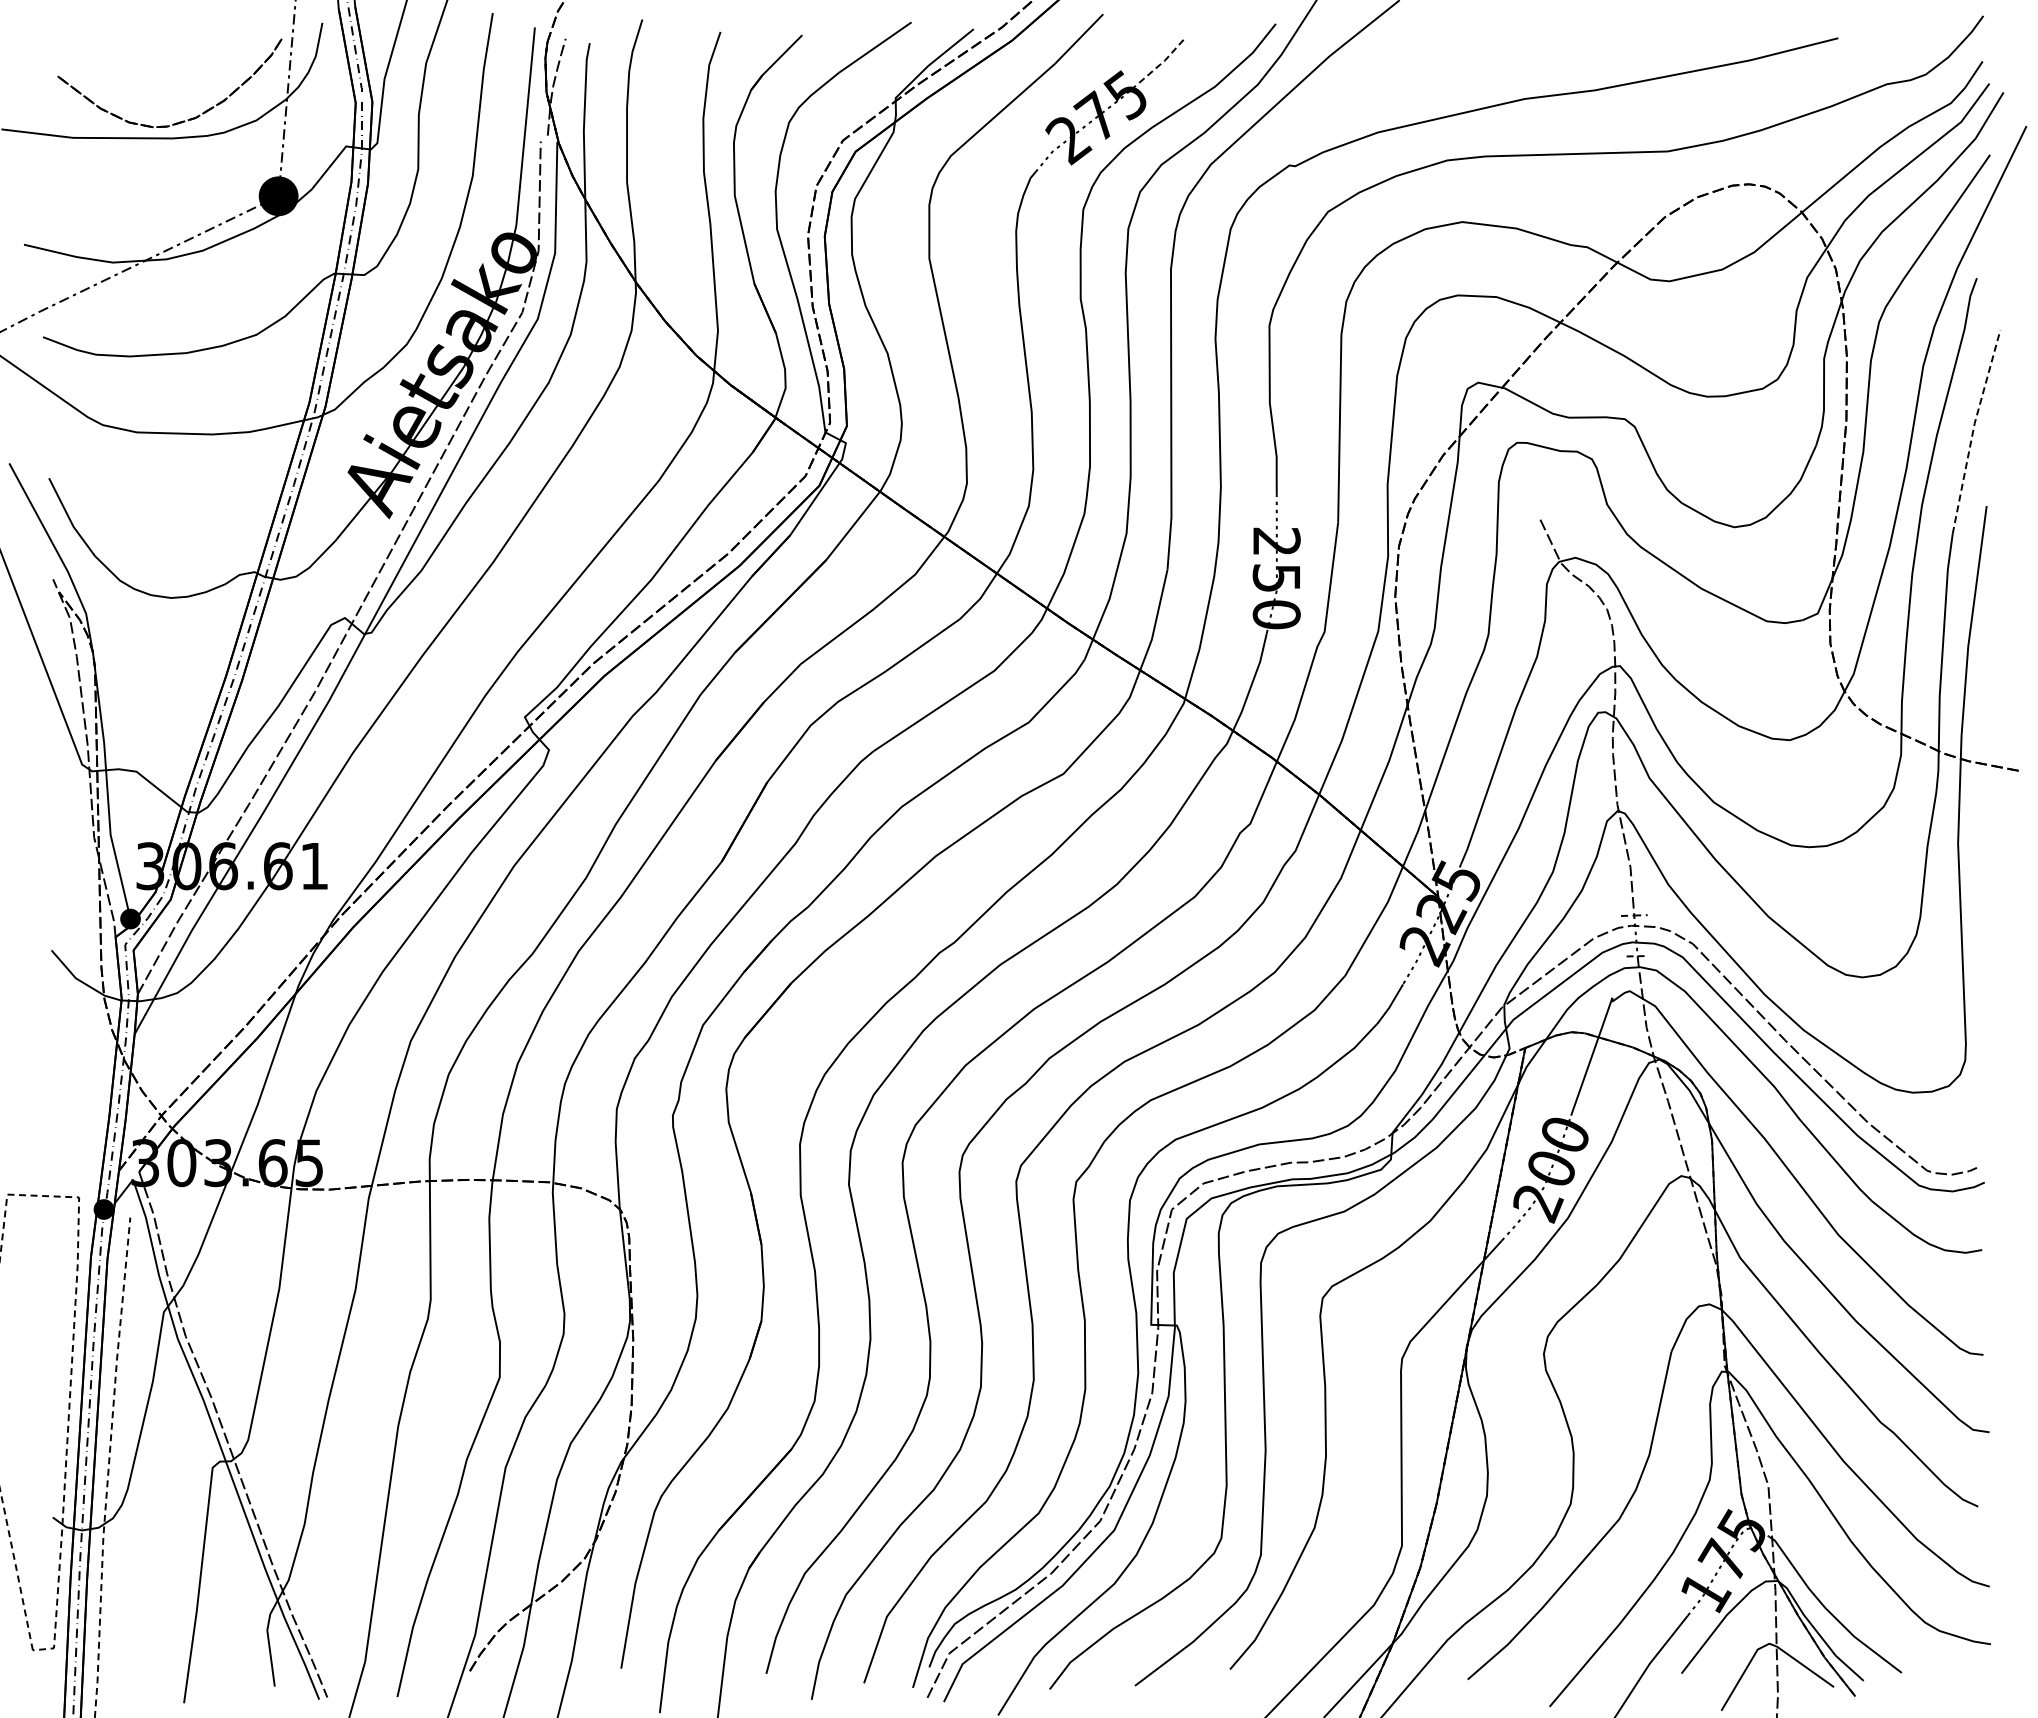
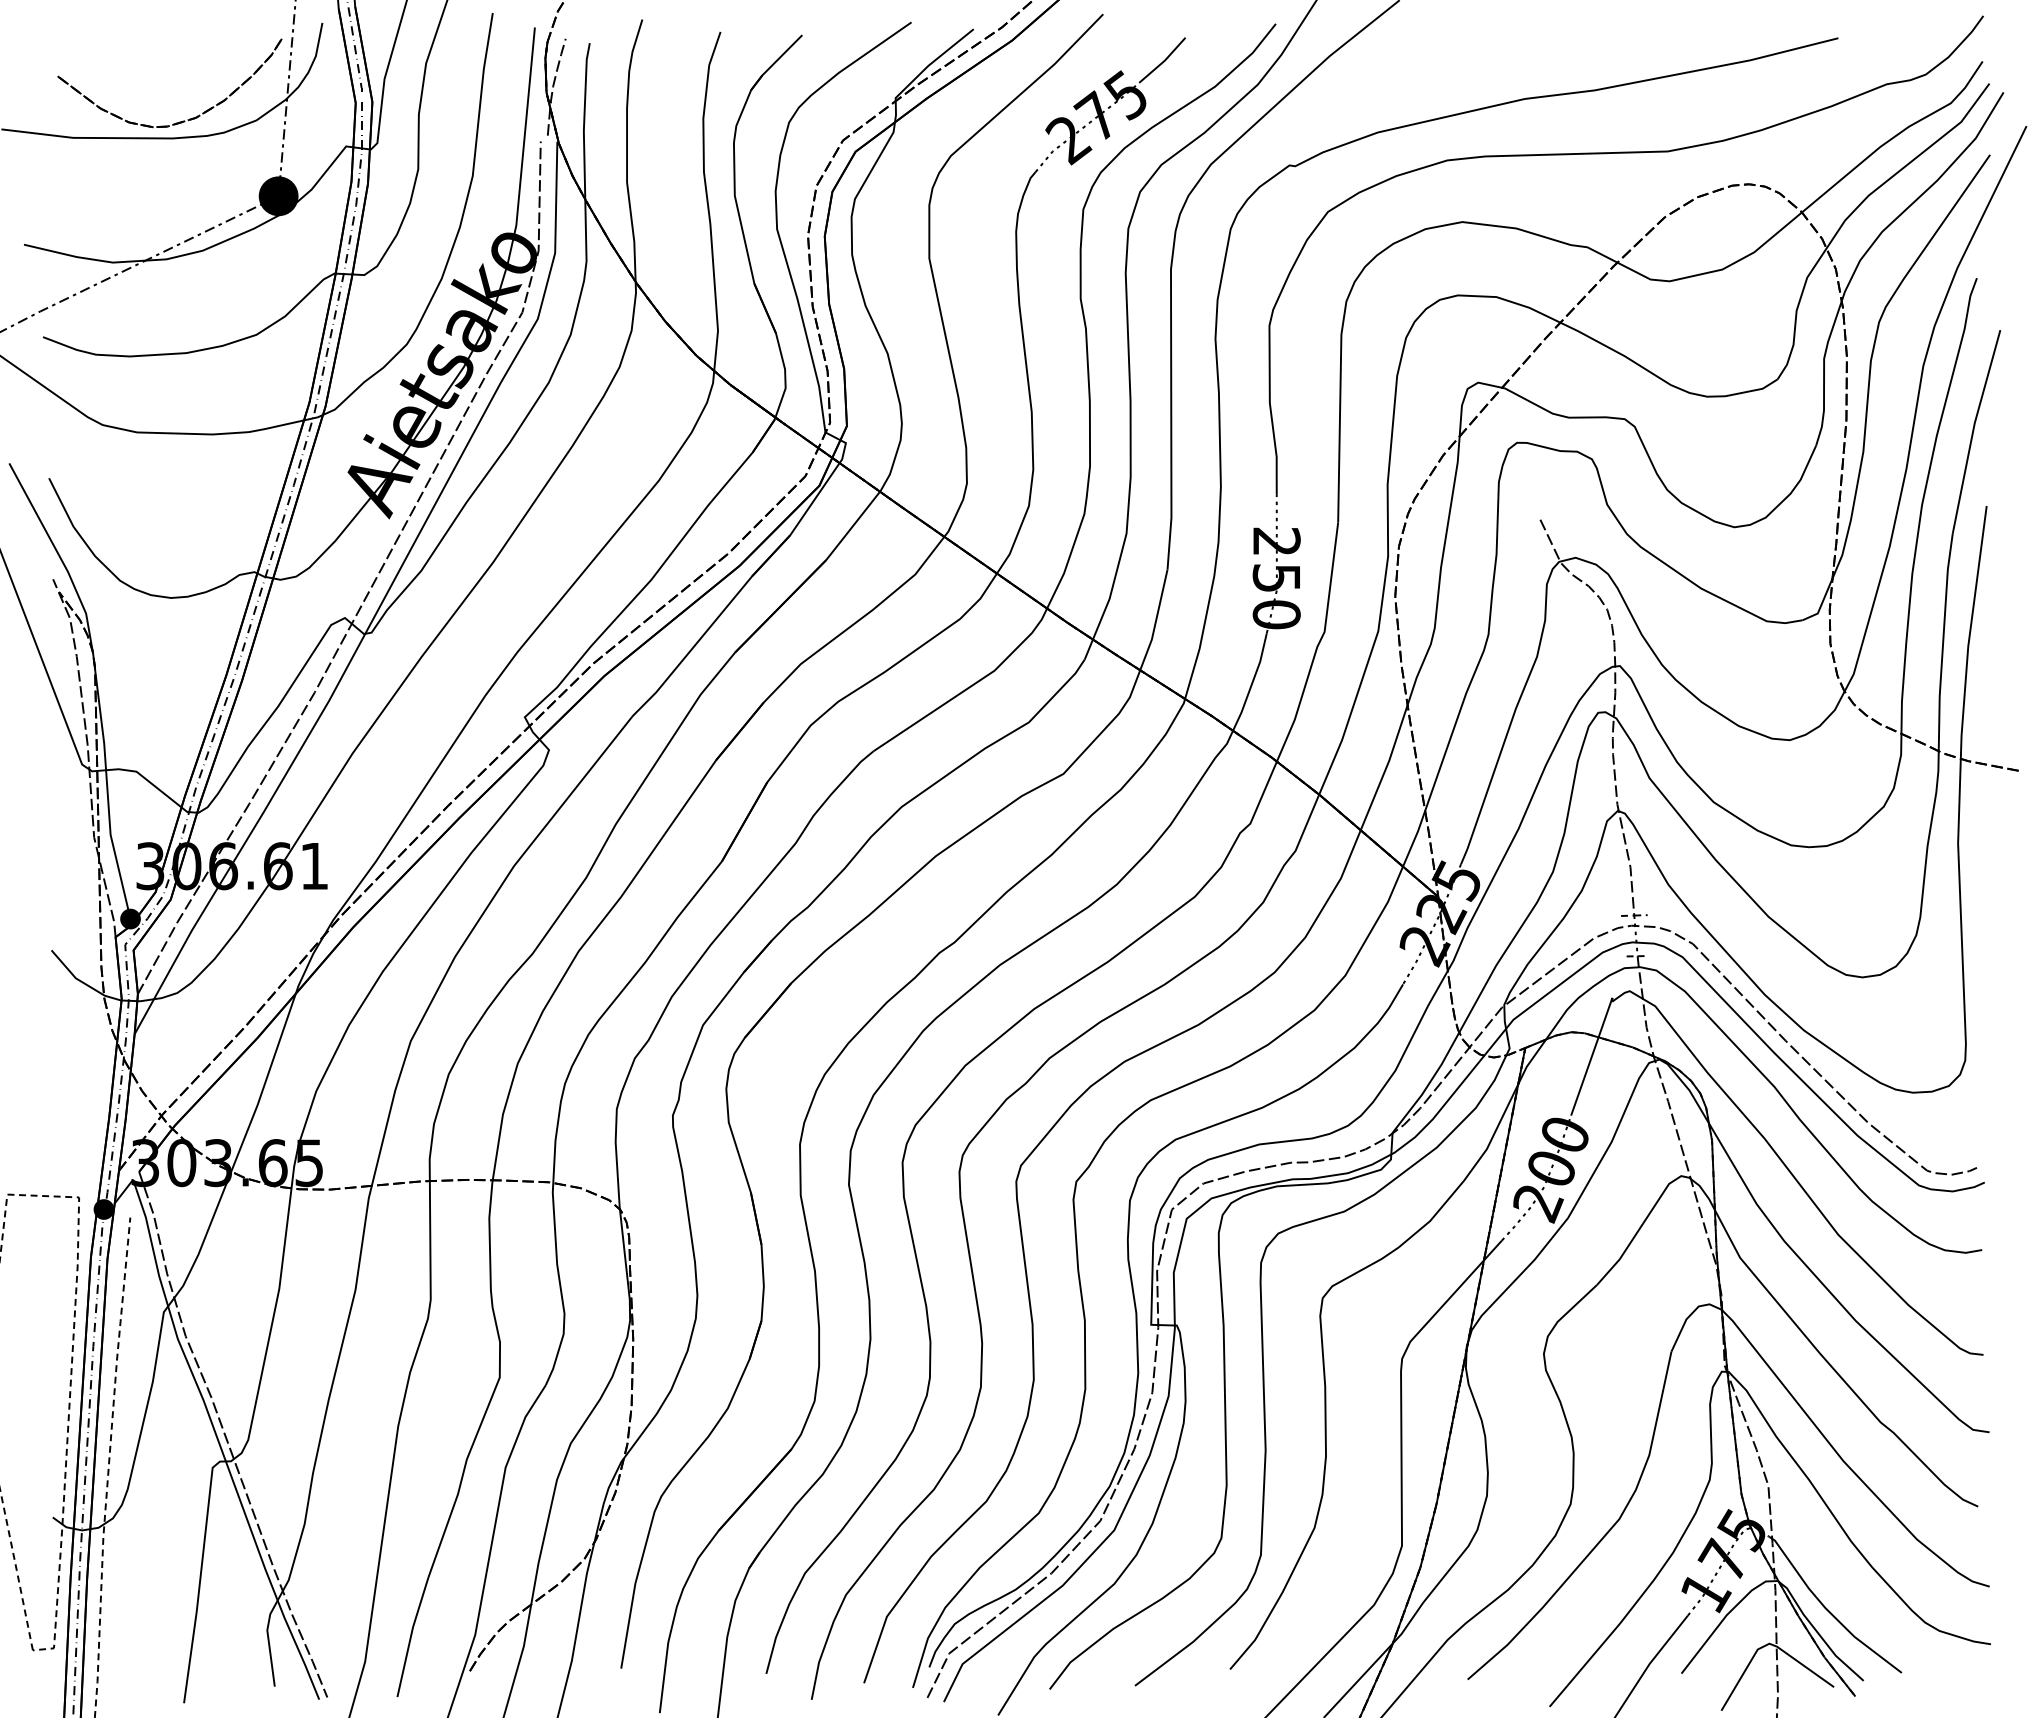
line at (1164, 61): dashed -> solid
line at (1973, 430): dashed -> solid
